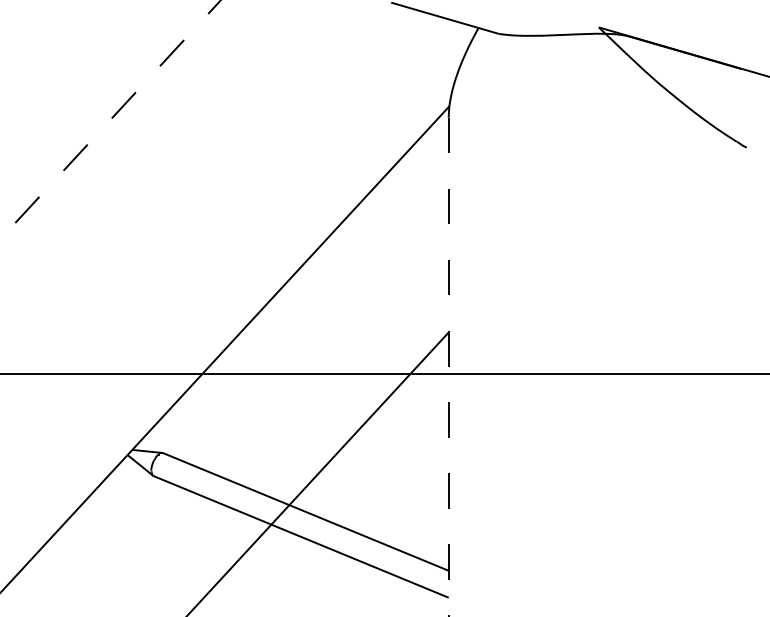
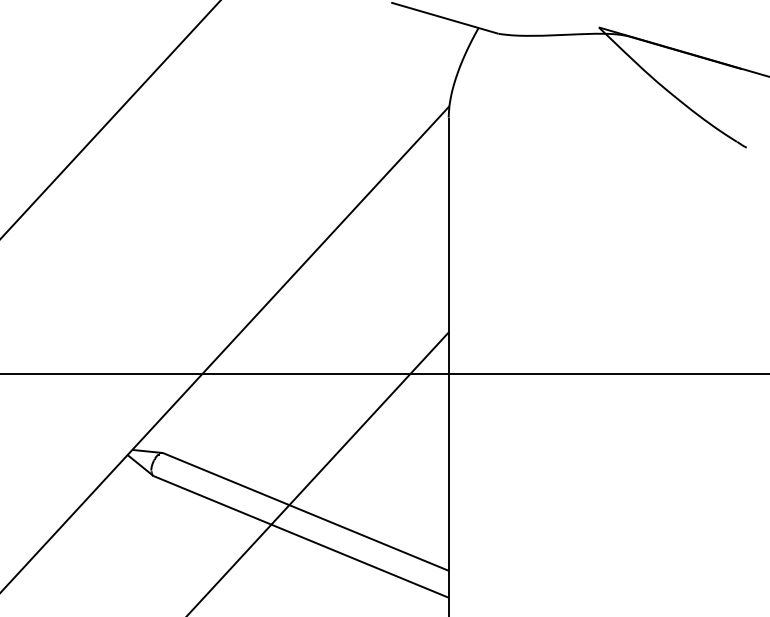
line at (110, 120): dashed -> solid
line at (448, 367): dashed -> solid
